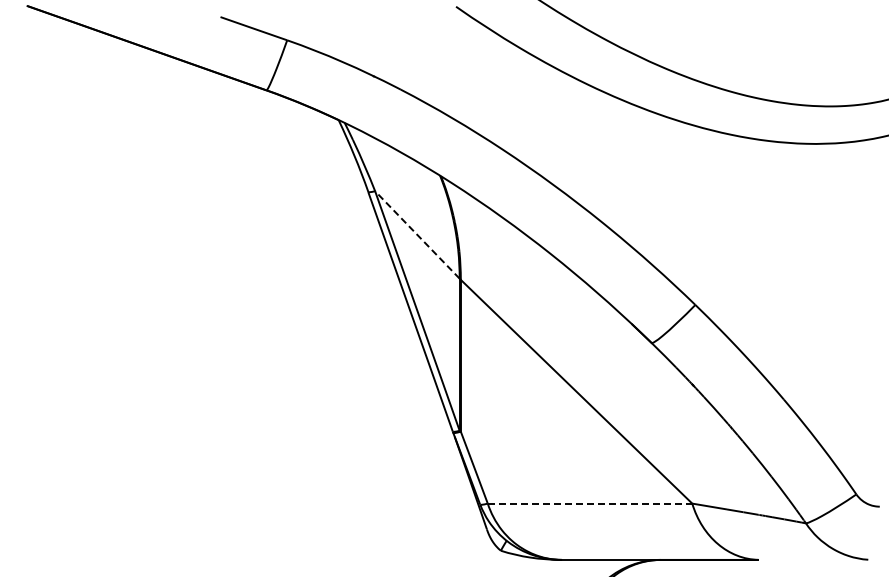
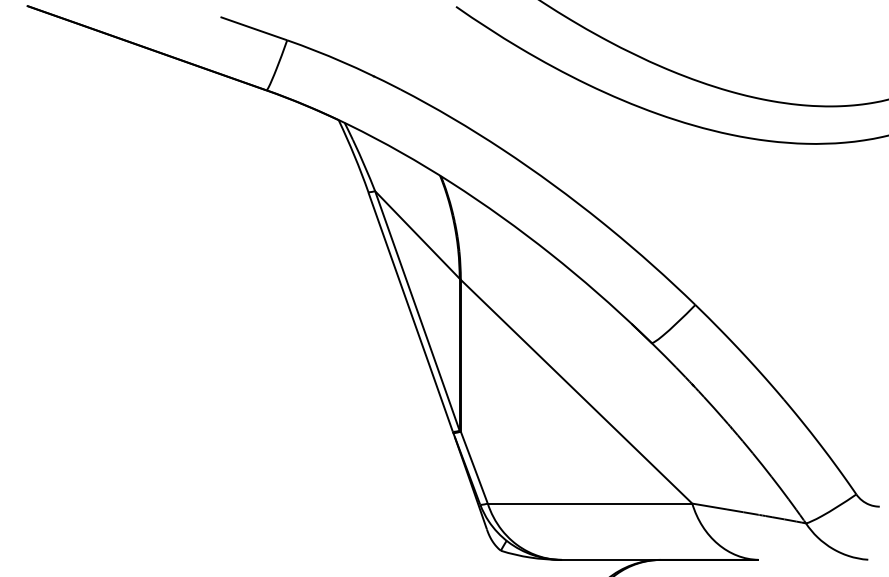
line at (417, 234): dashed -> solid
line at (590, 503): dashed -> solid
